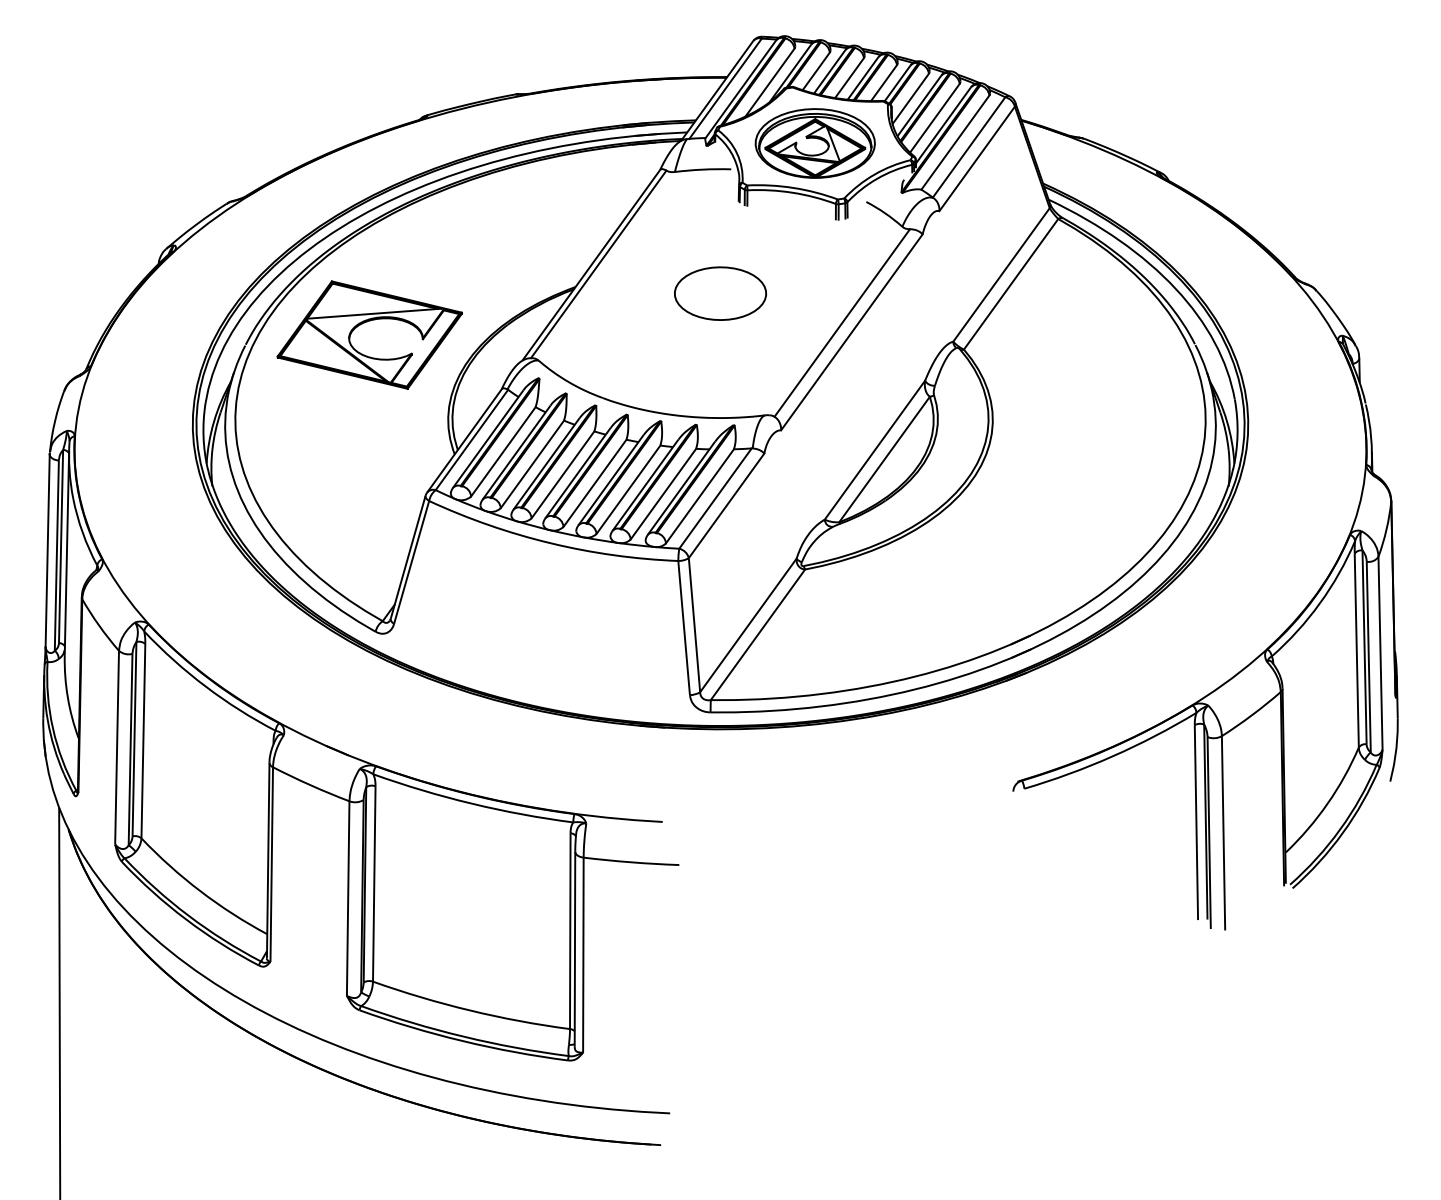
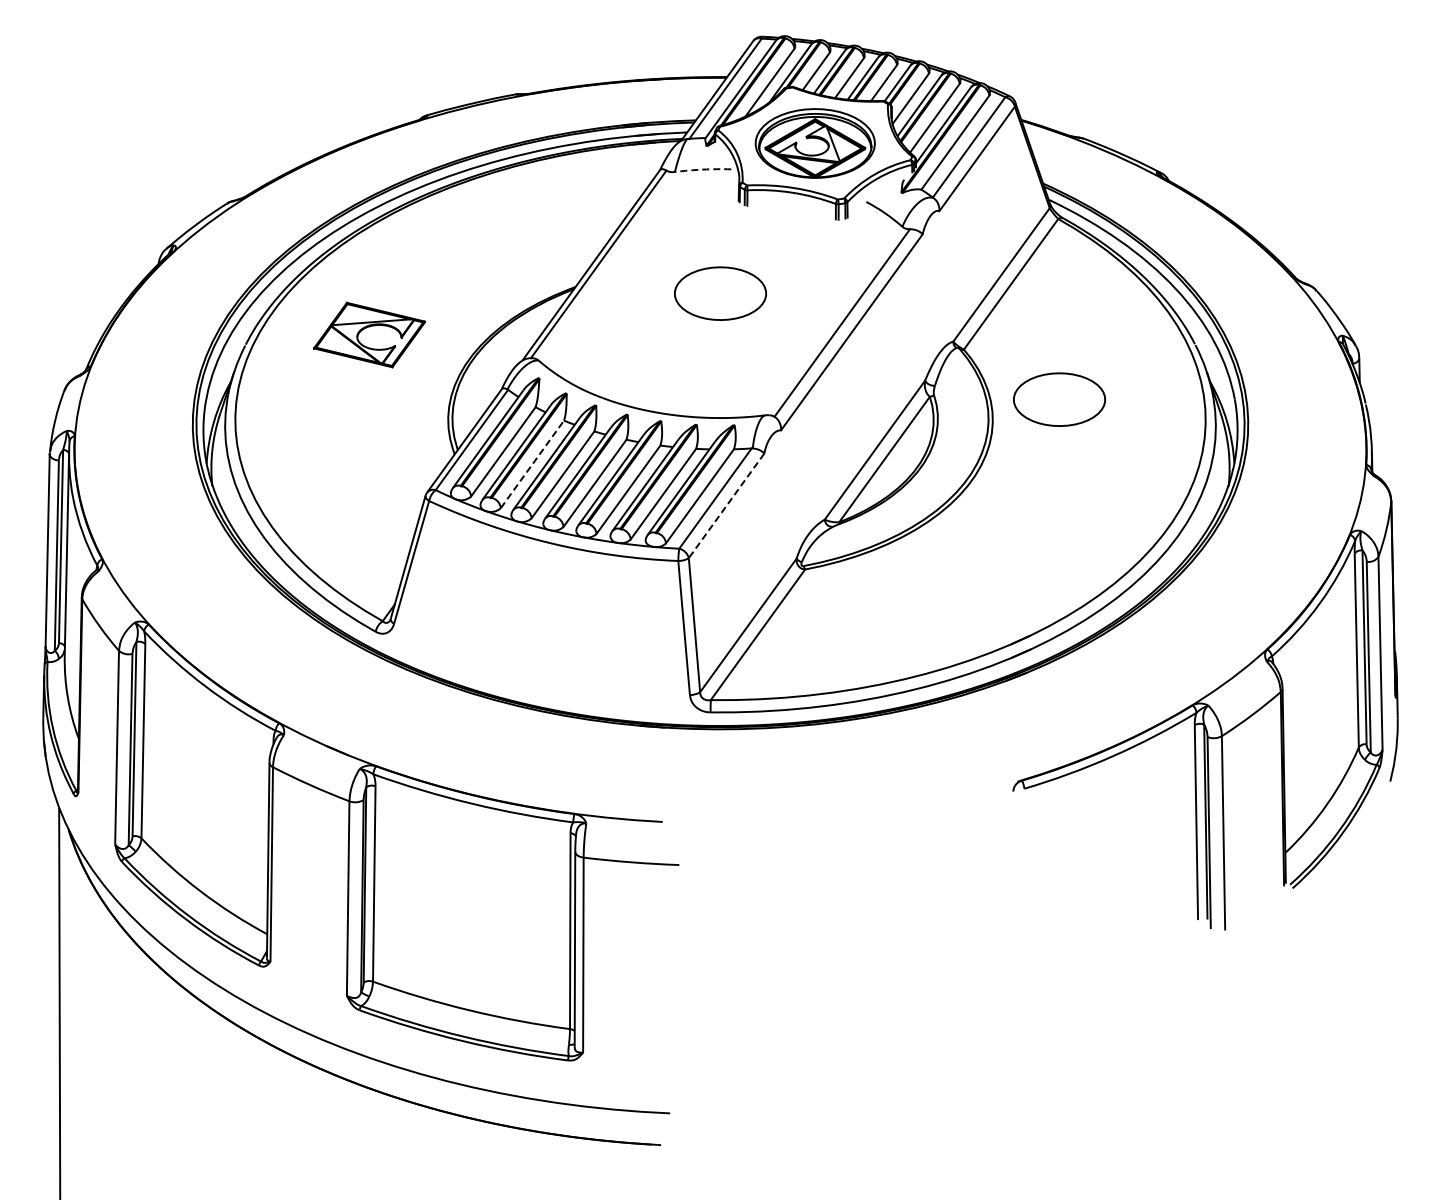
arc at (703, 169): solid -> dashed
part at (369, 334) size: 187x110 px -> 113x68 px
part at (1059, 399): none -> present
line at (532, 464): solid -> dashed
line at (726, 506): solid -> dashed
